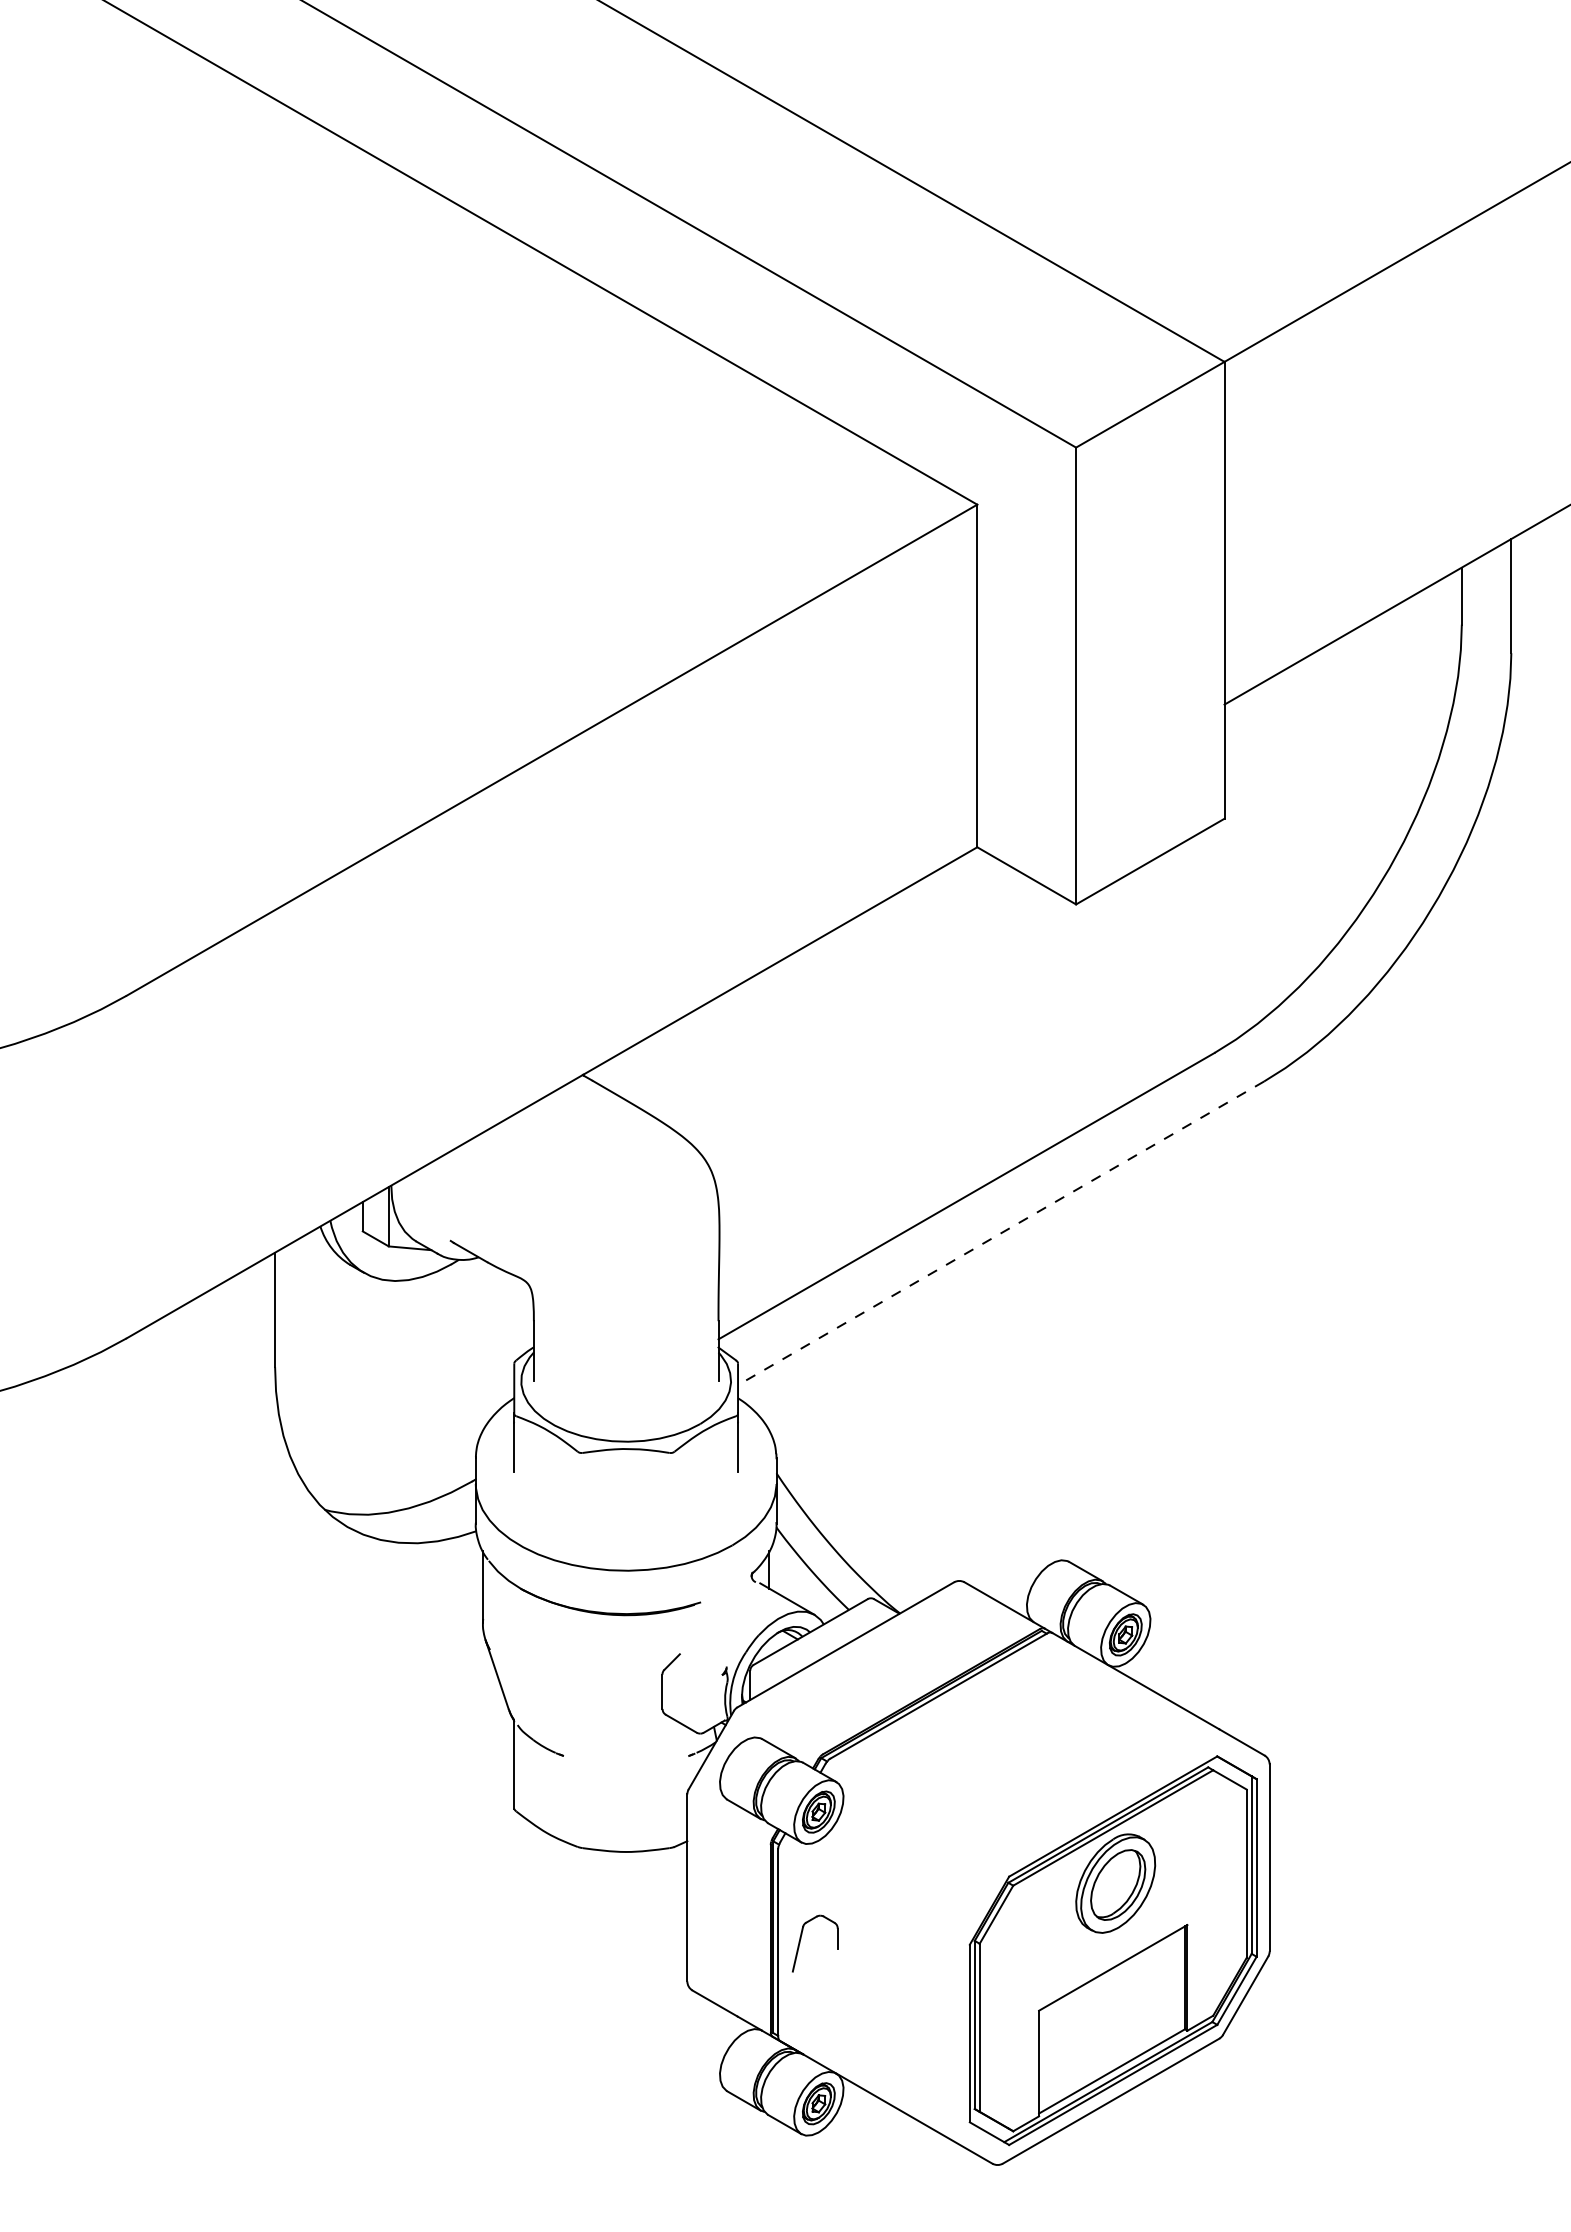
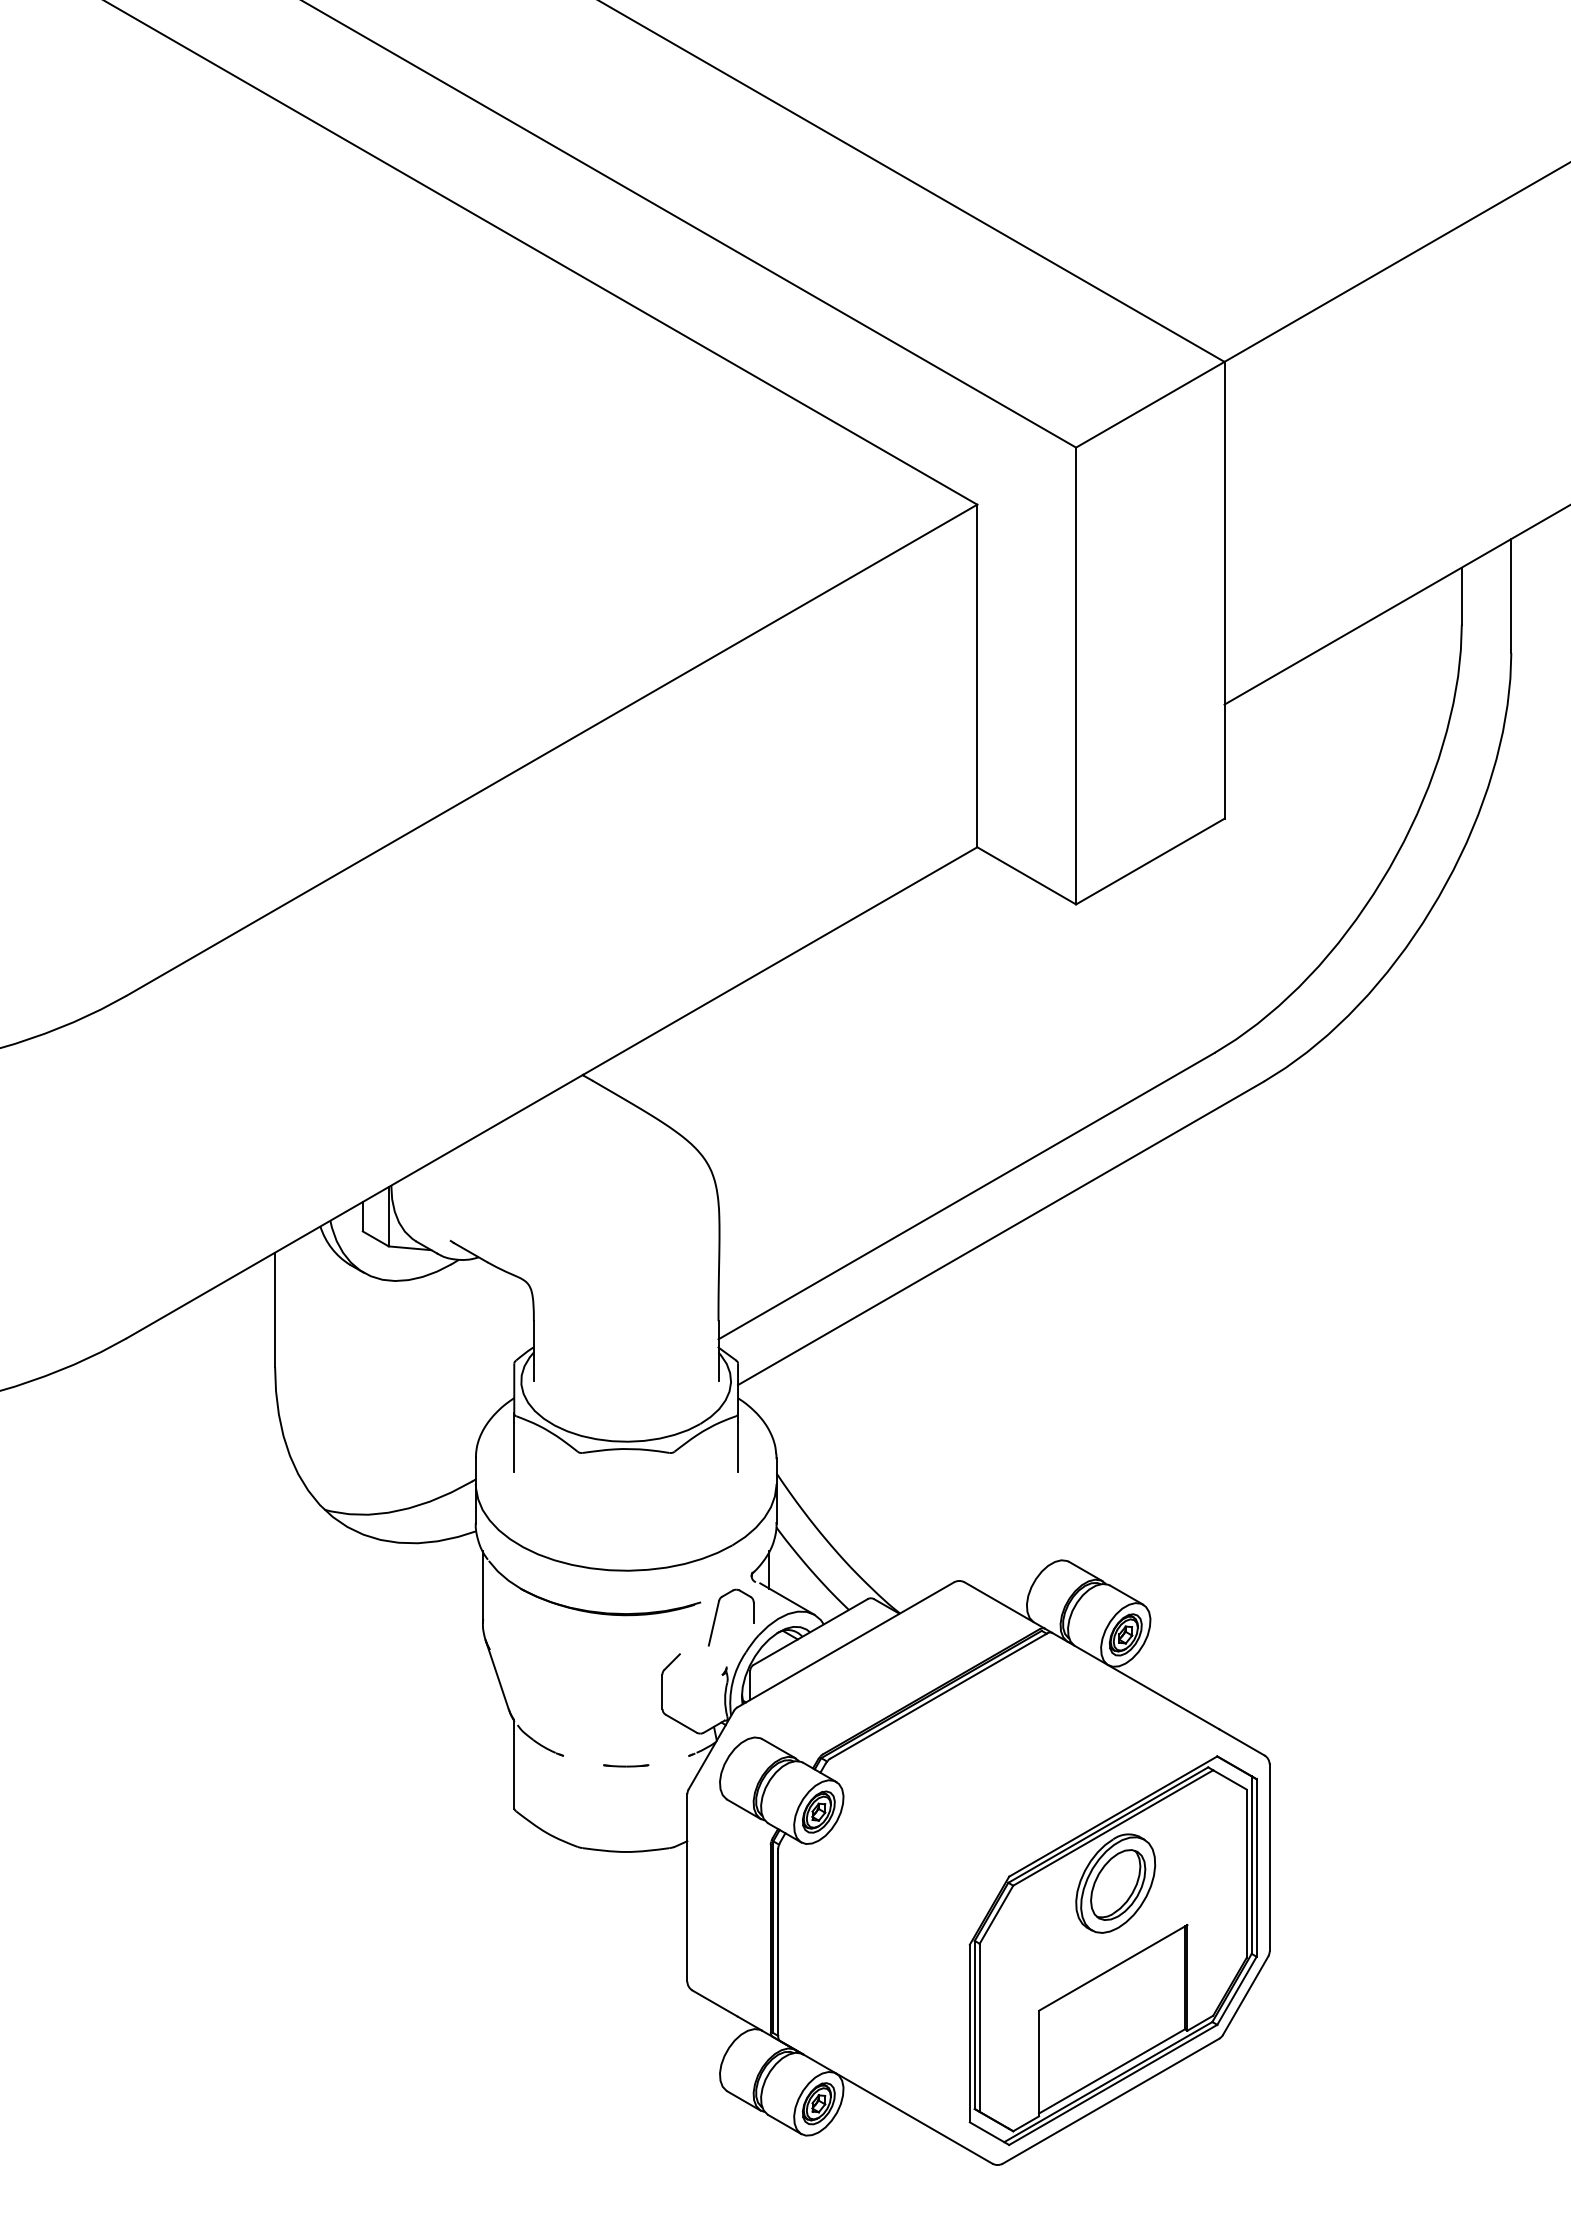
line at (1001, 1233): dashed -> solid
line at (626, 1765): none -> present
part at (801, 1939) position: (801, 1939) -> (717, 1613)
